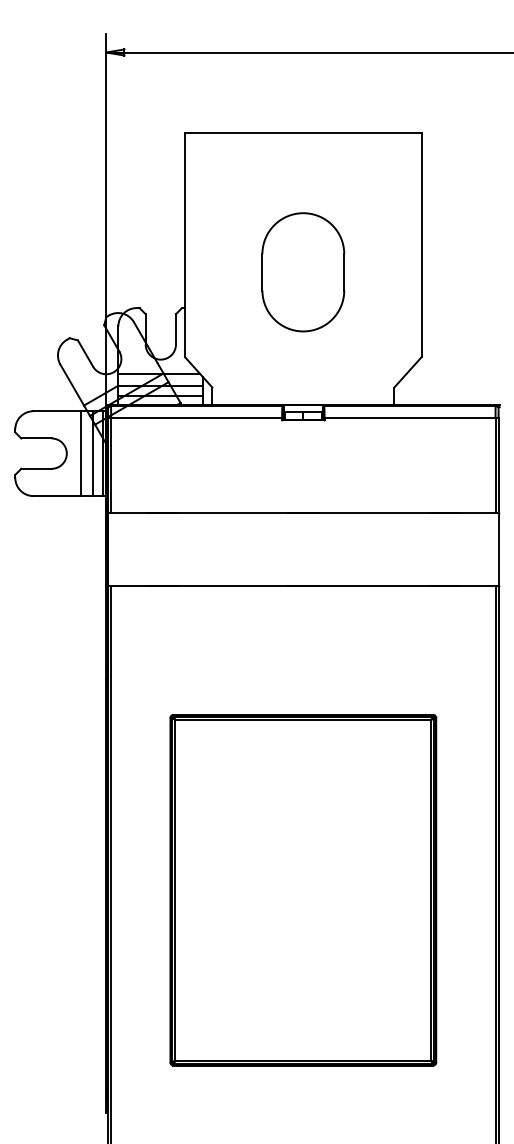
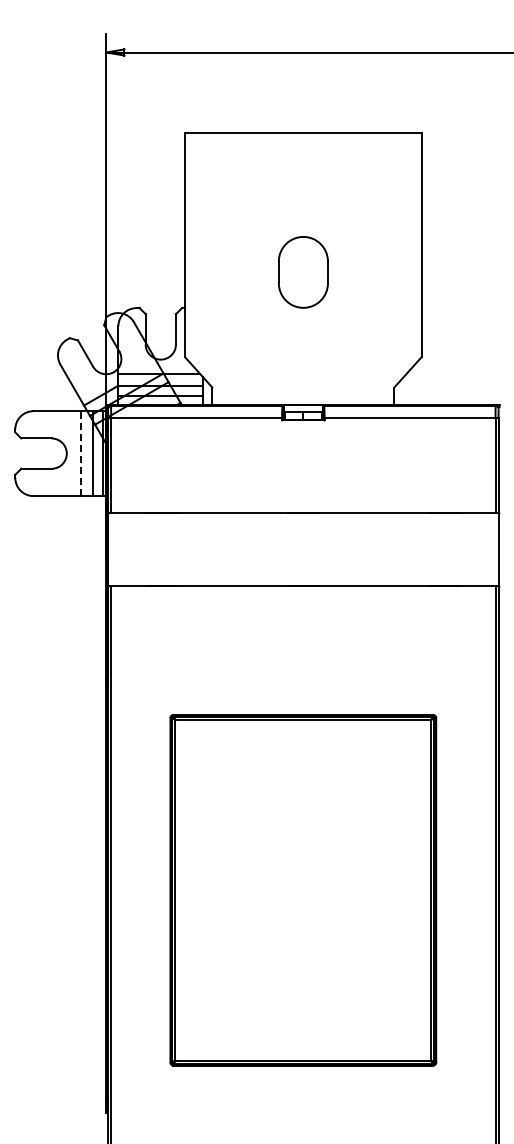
part at (303, 272) size: 85x121 px -> 51x73 px
line at (80, 453): solid -> dashed
